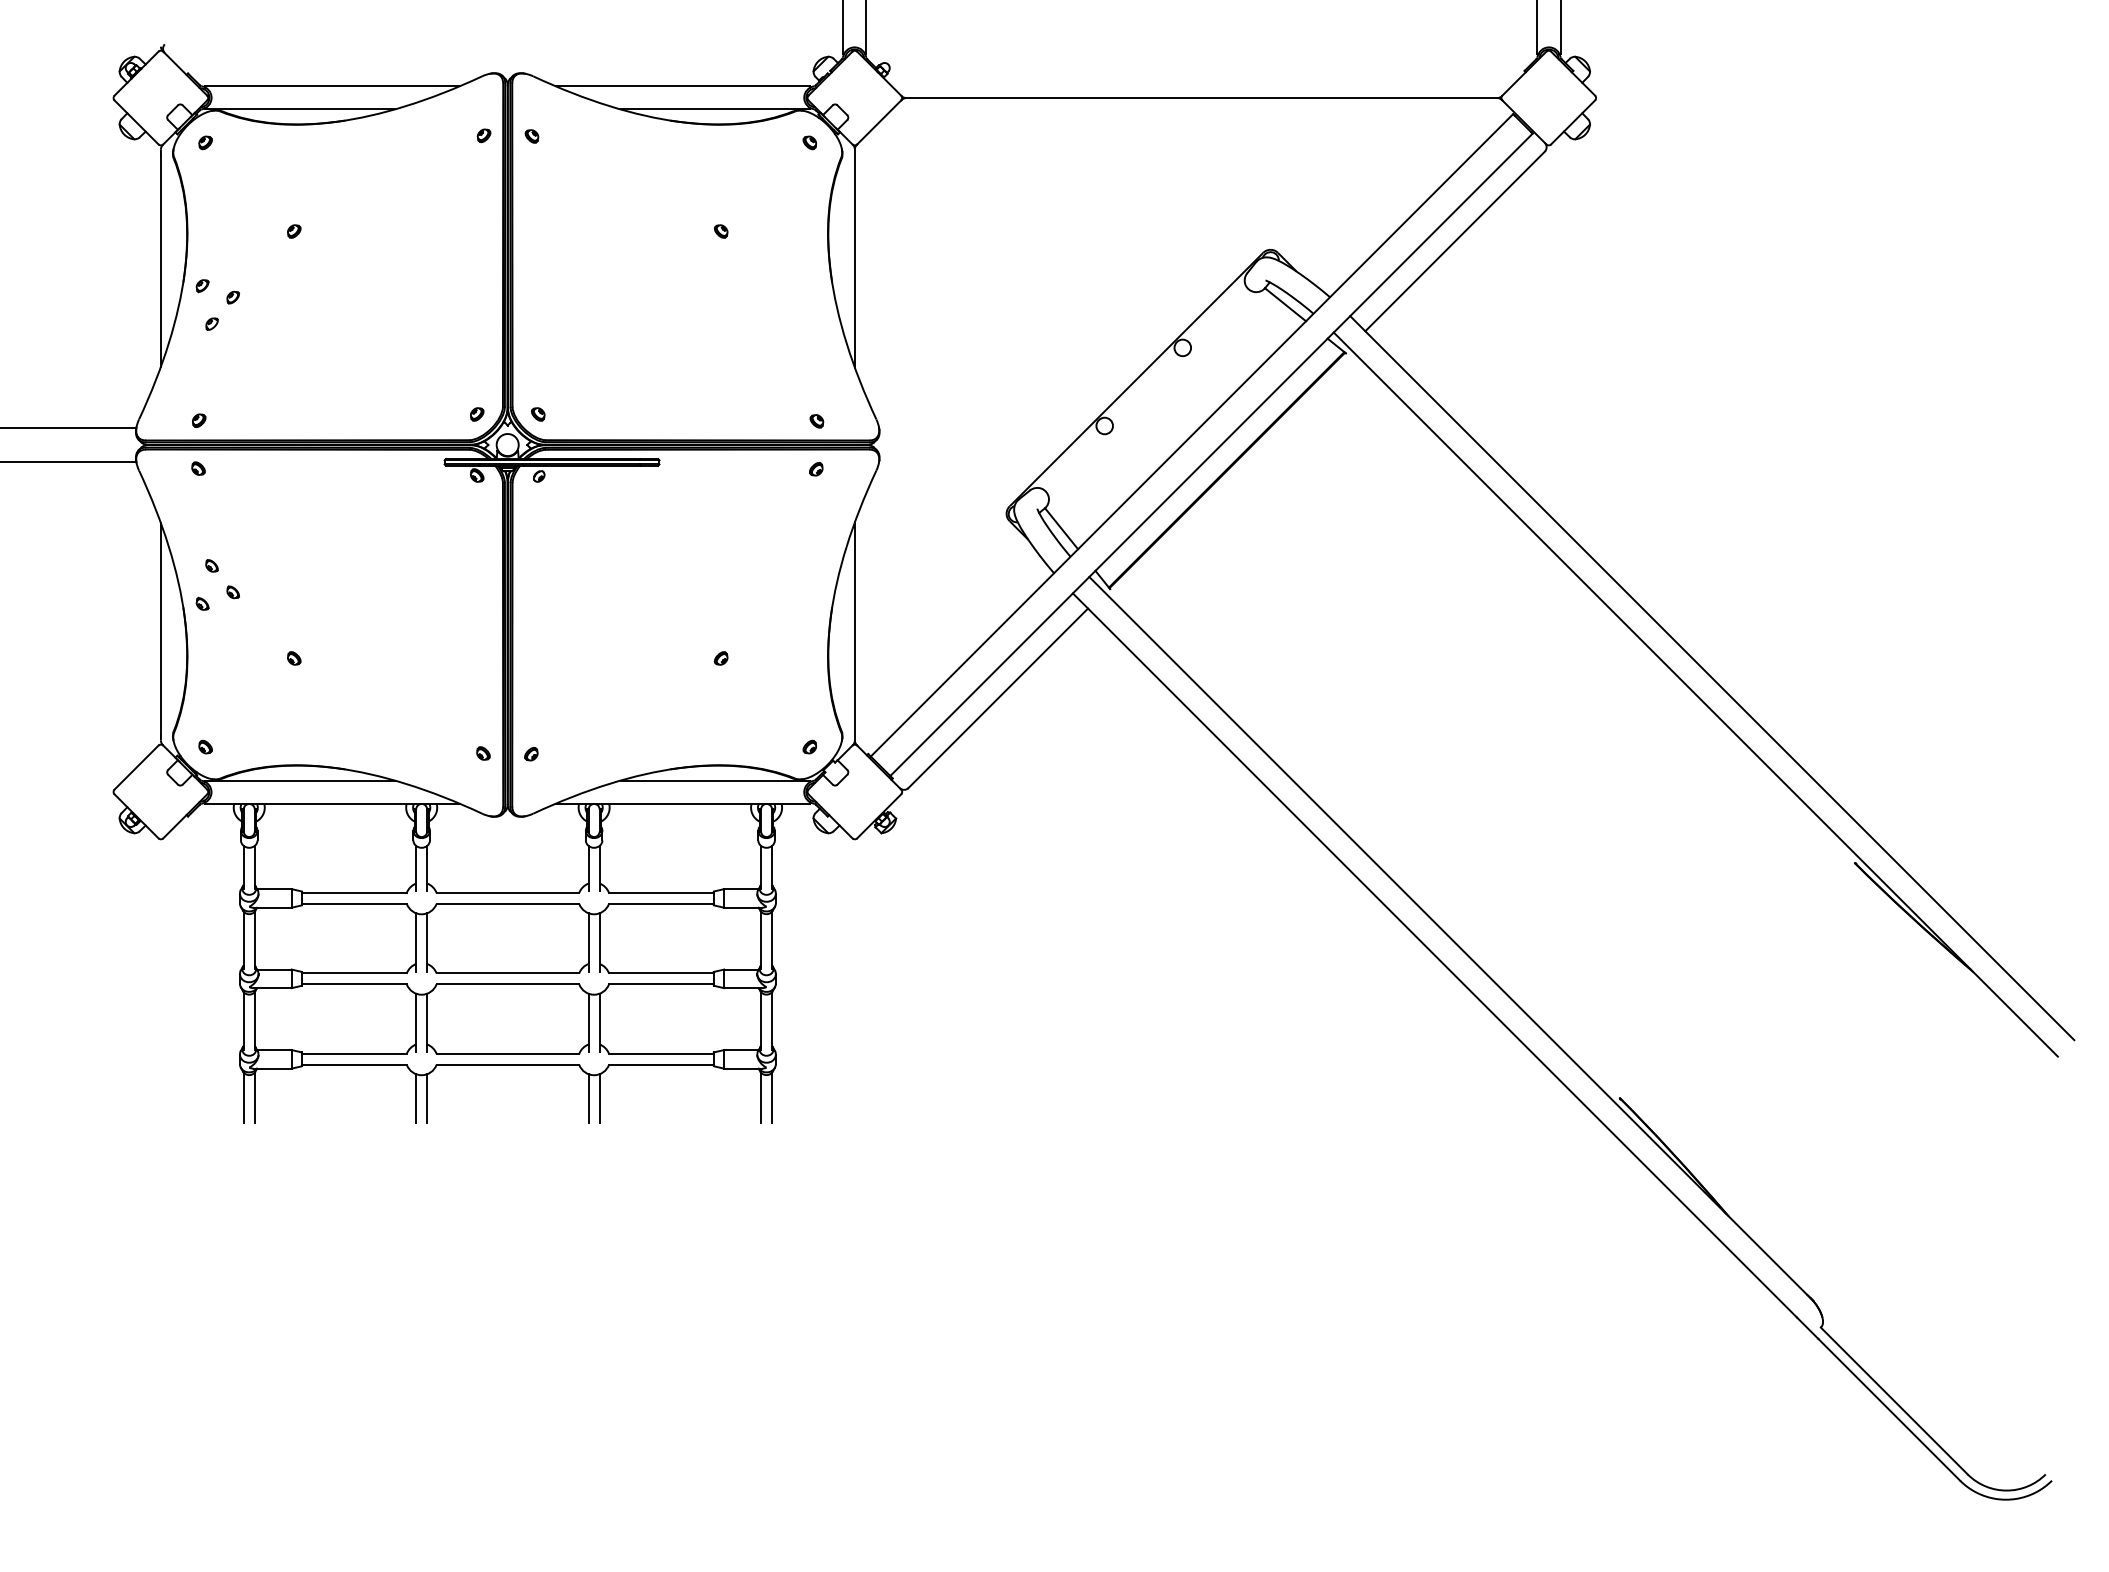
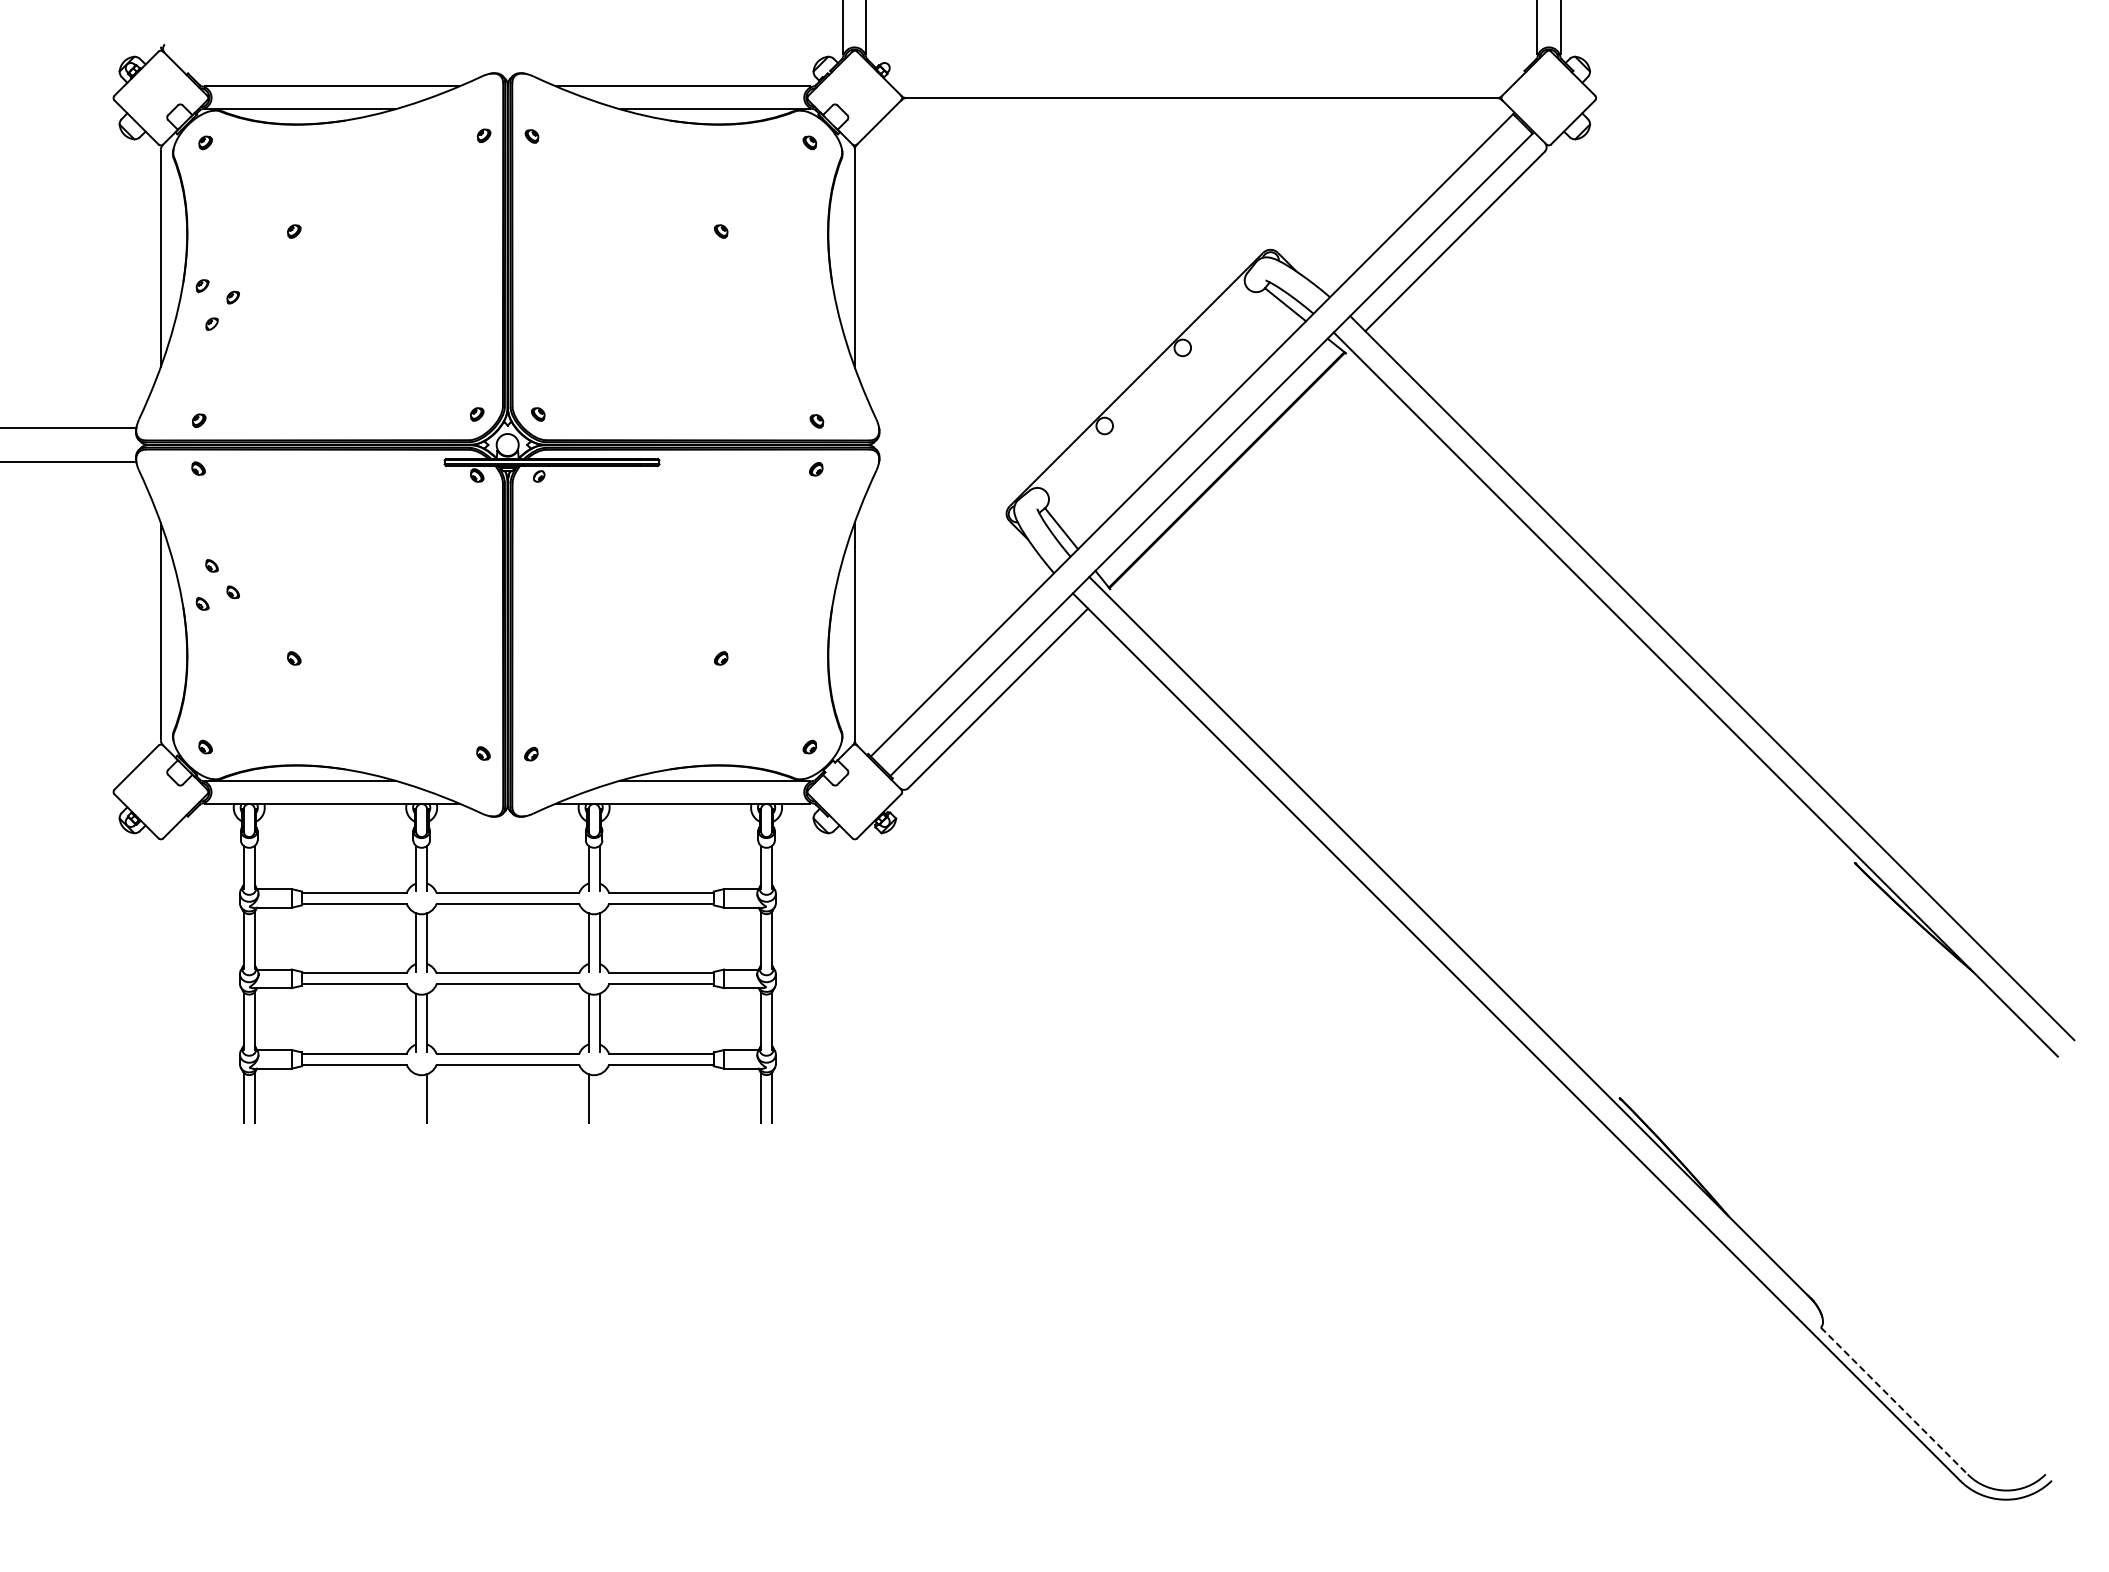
line at (416, 1098): present -> none
line at (599, 1098): present -> none
line at (1894, 1401): solid -> dashed
